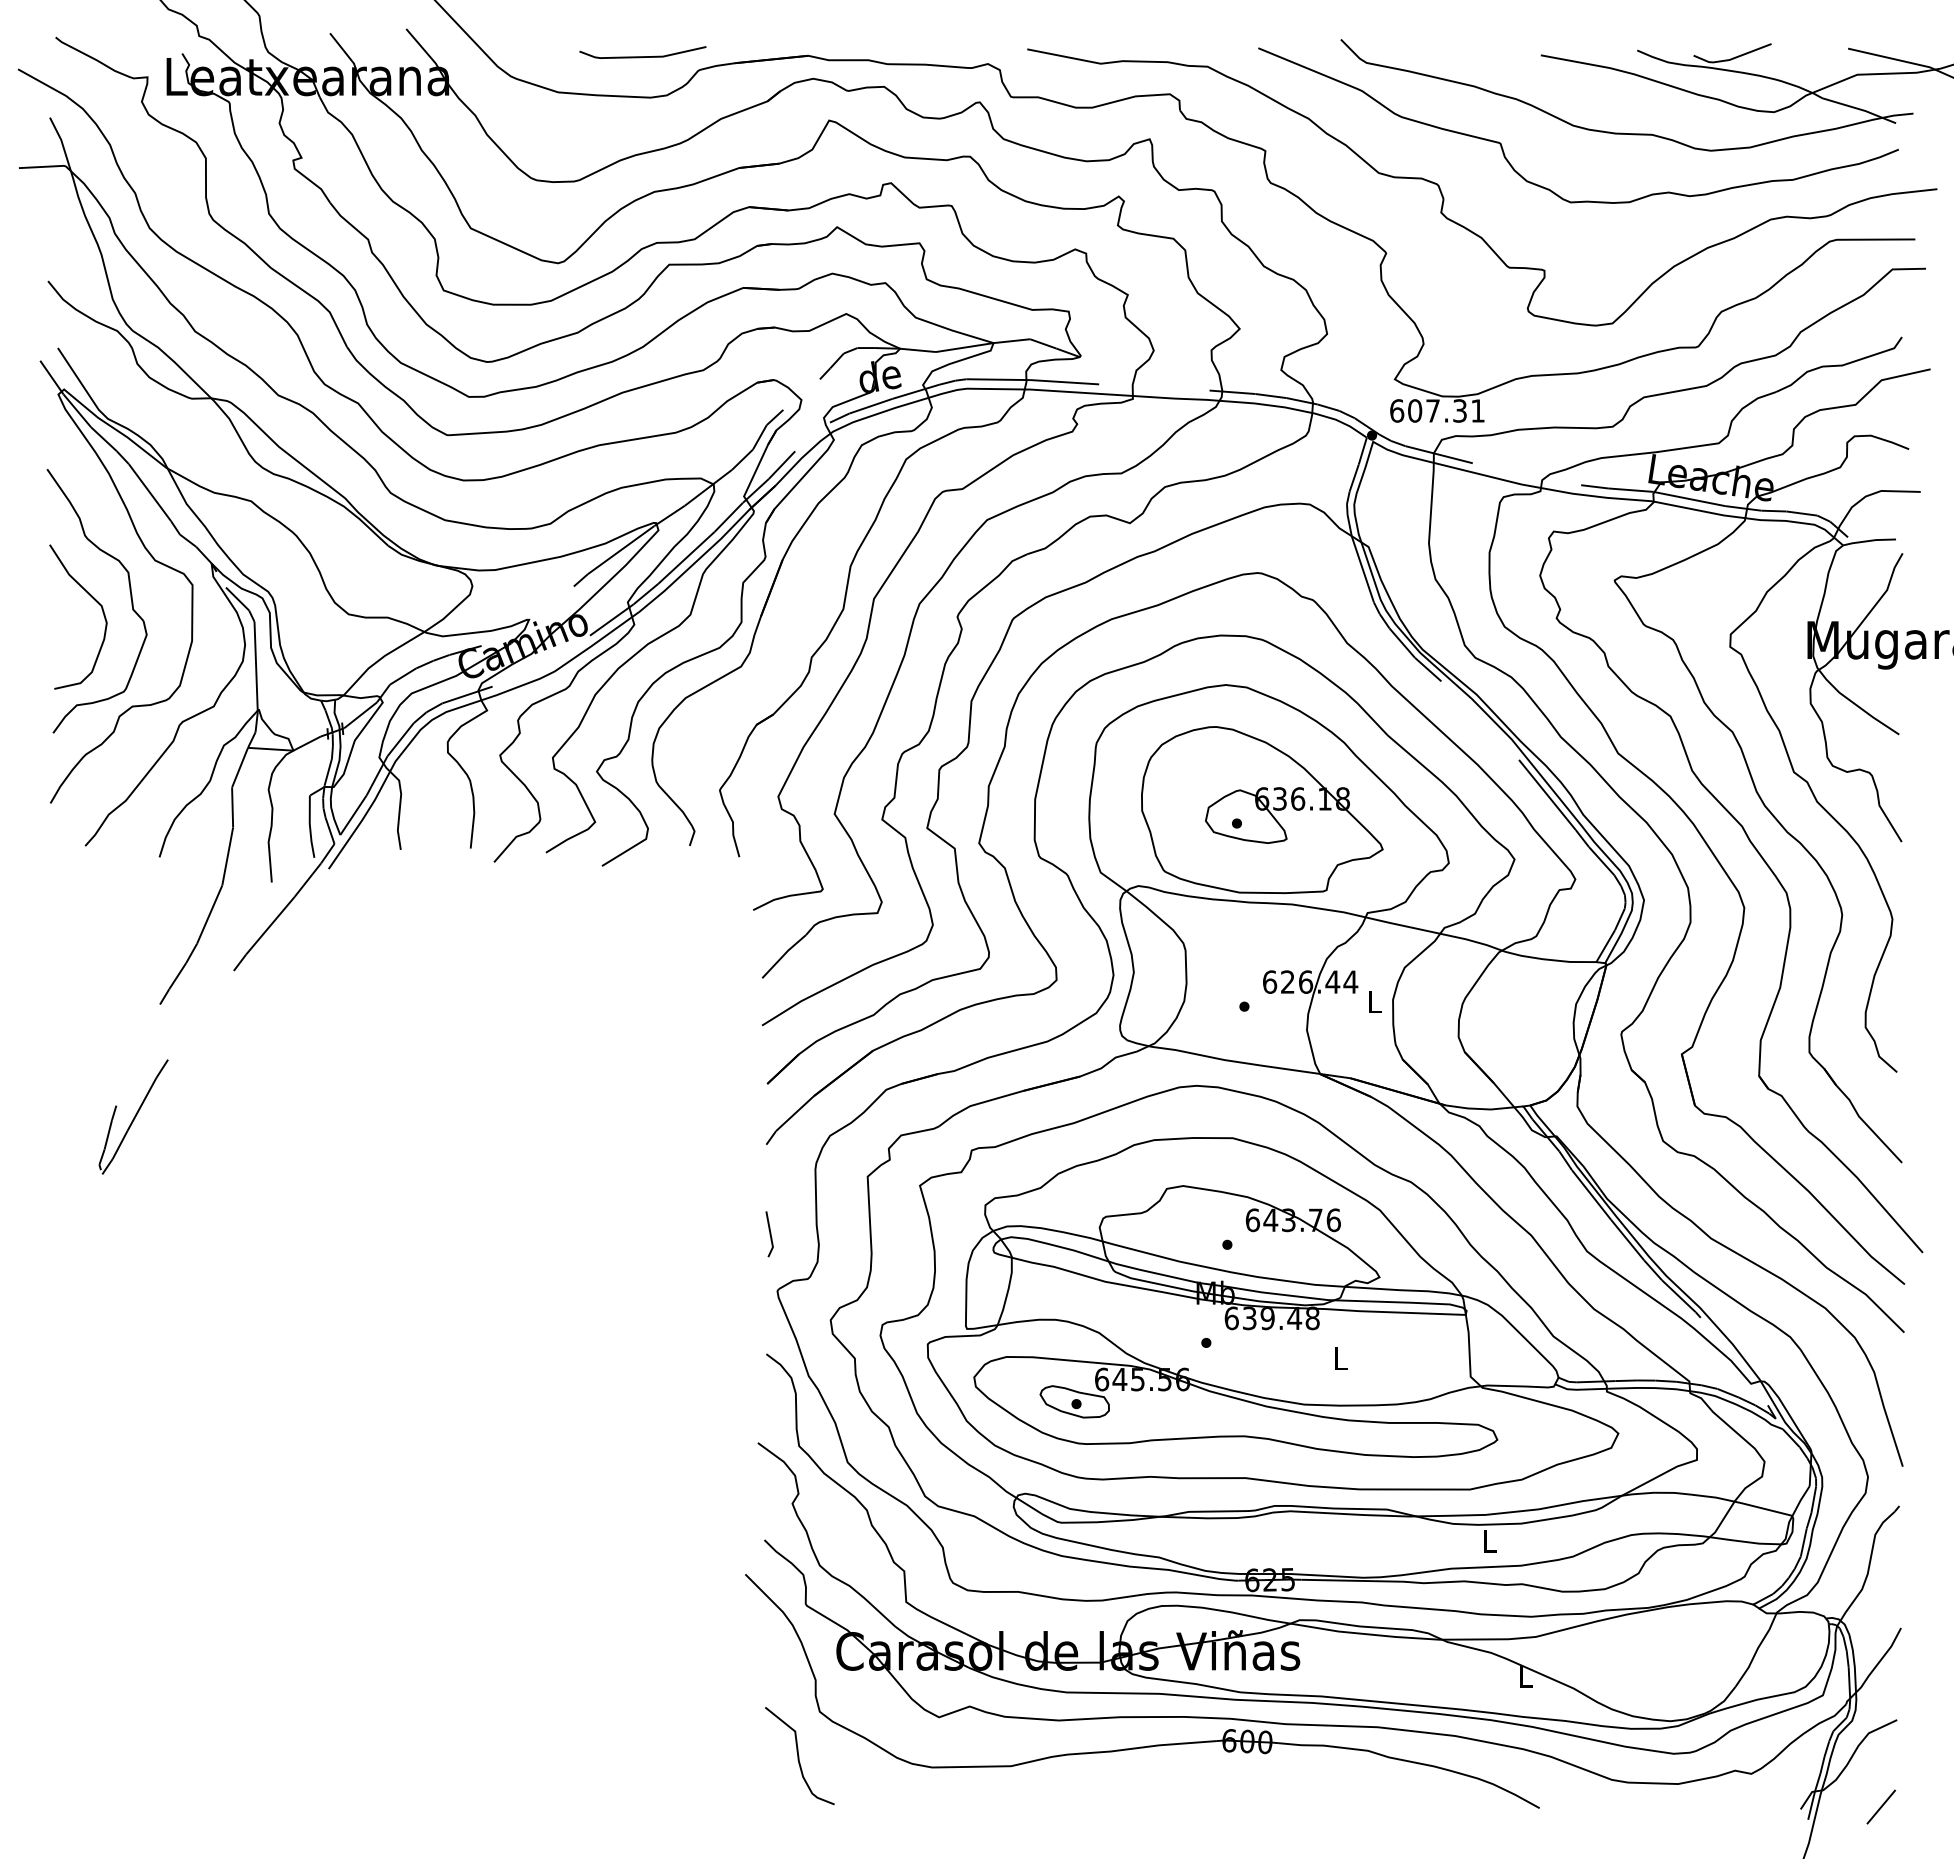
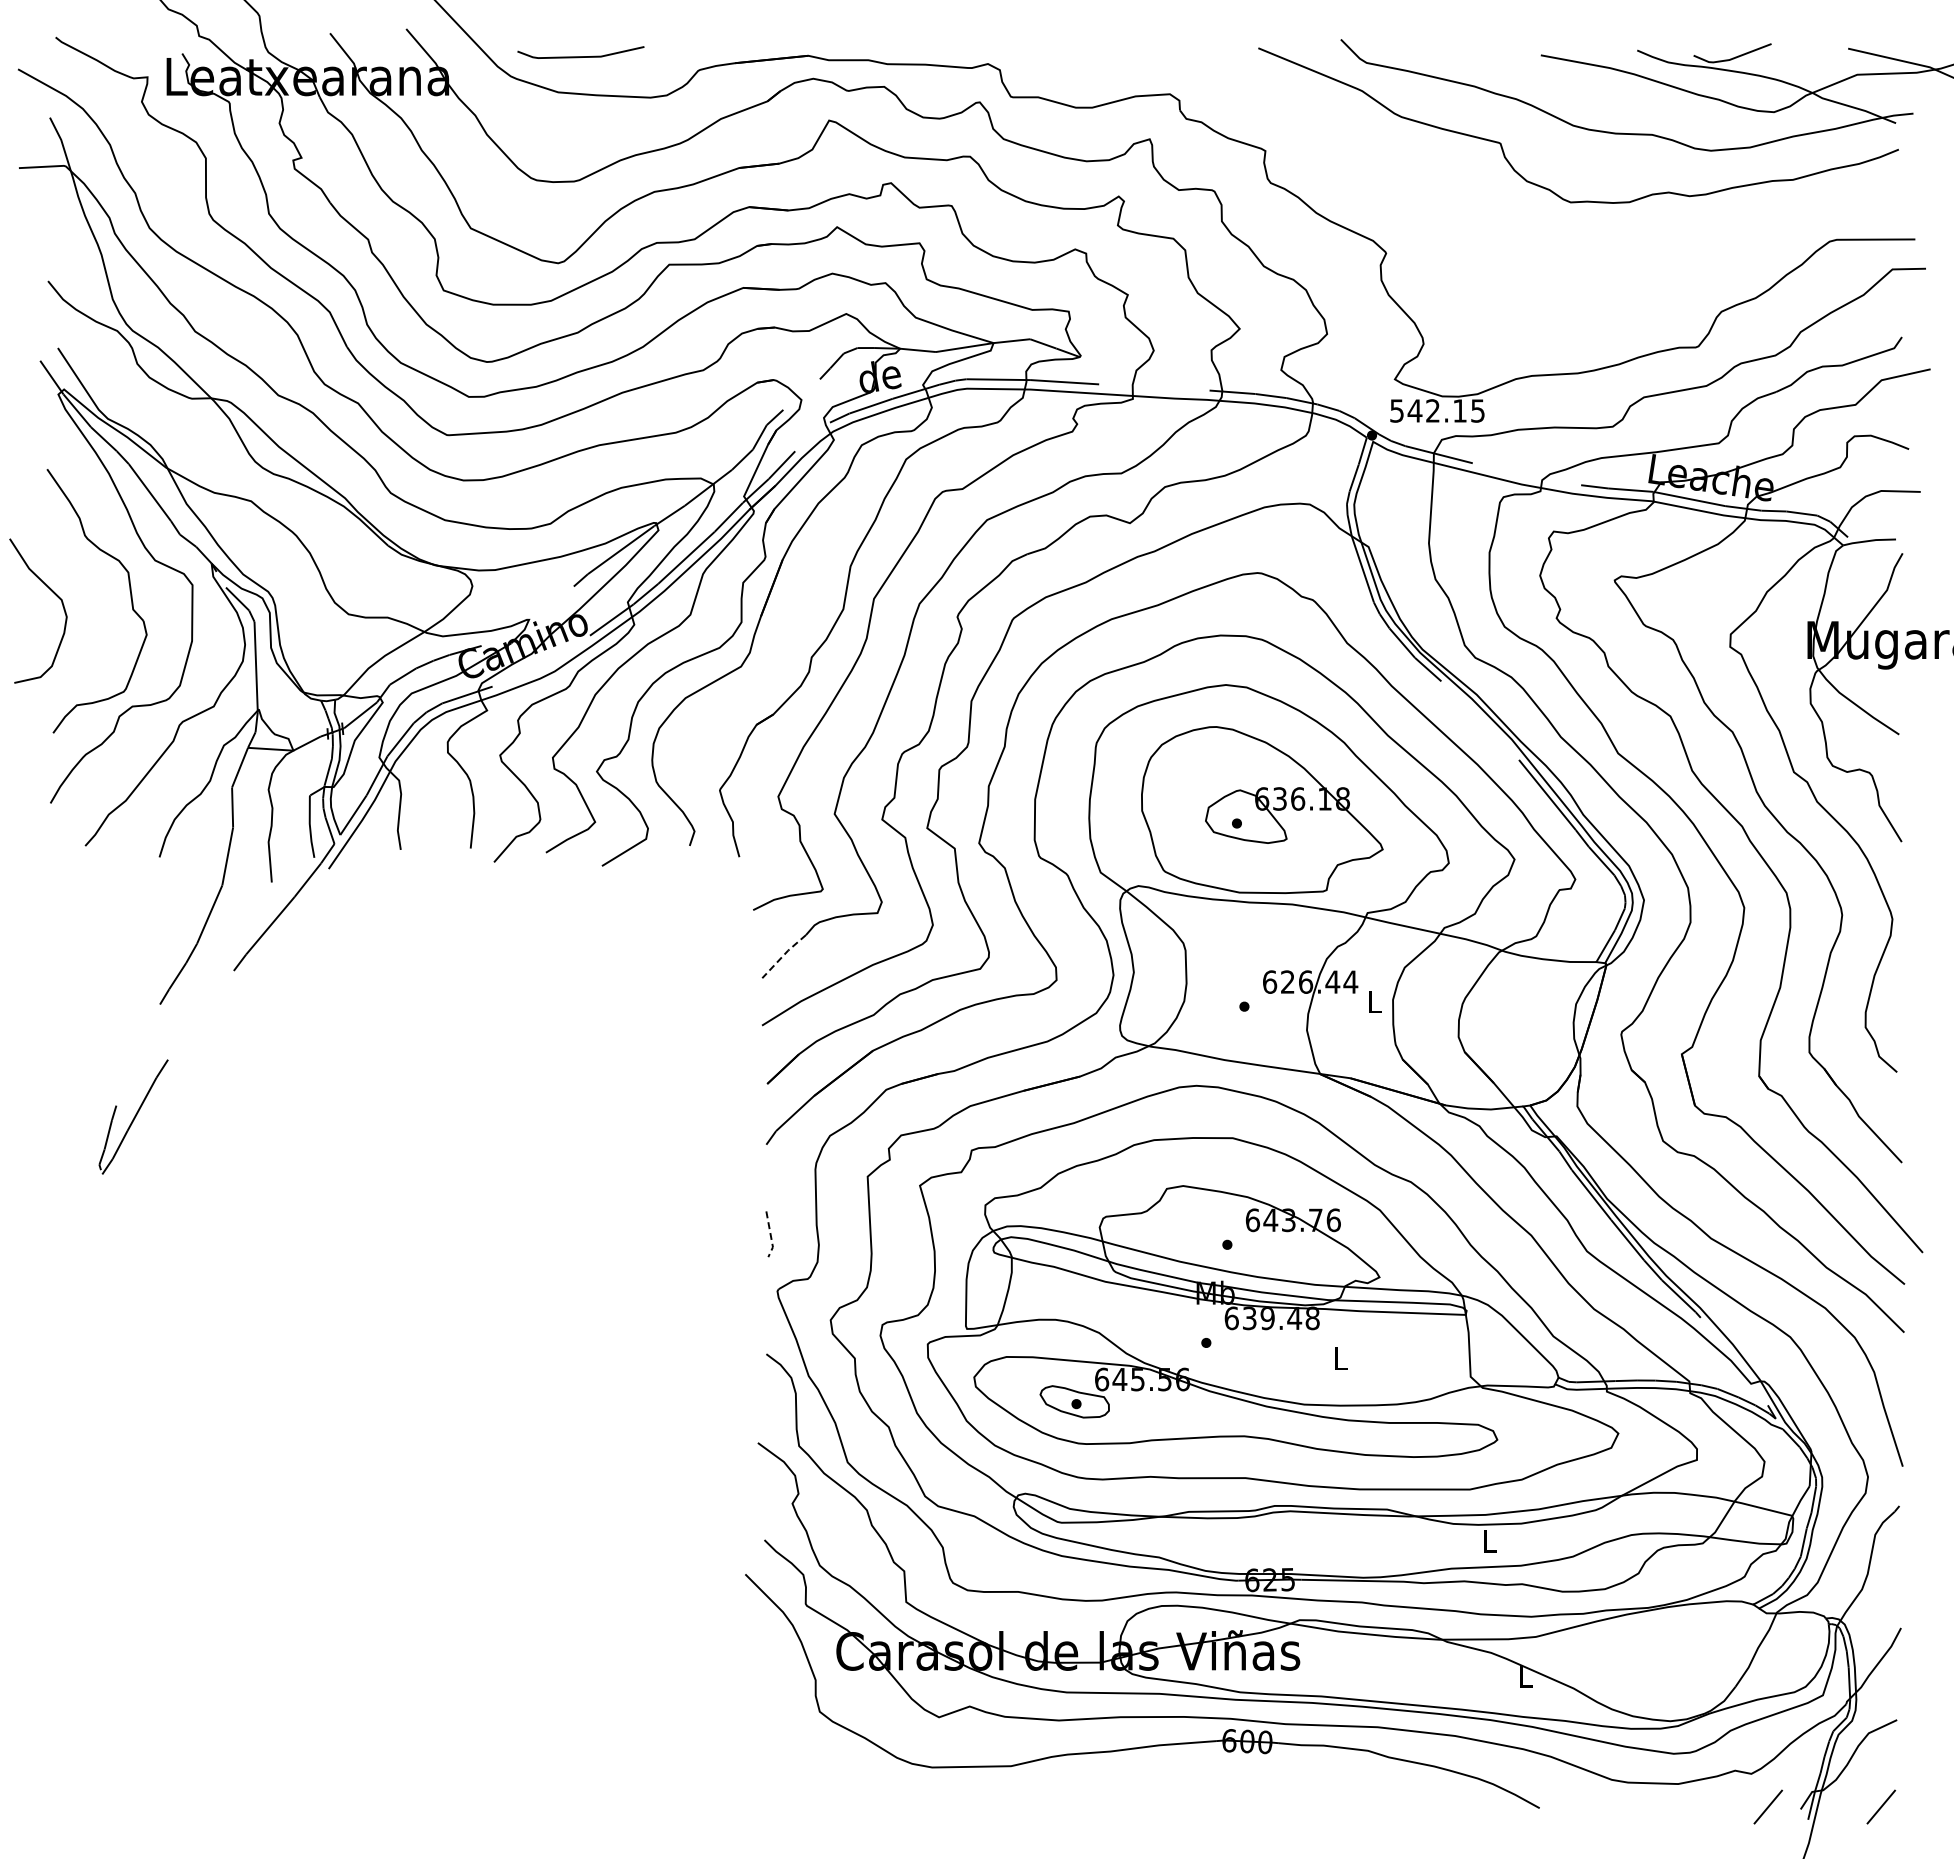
line at (642, 56) position: (642, 56) -> (580, 56)
part at (1444, 198): present -> none
text at (1437, 410): 607.31 -> 542.15
curve at (94, 600) position: (94, 600) -> (54, 594)
line at (783, 955): solid -> dashed
line at (770, 1235): solid -> dashed
curve at (799, 1755): present -> none
line at (1768, 1806): none -> present
